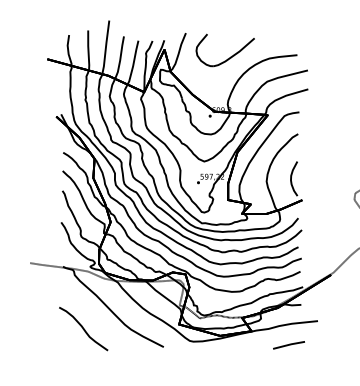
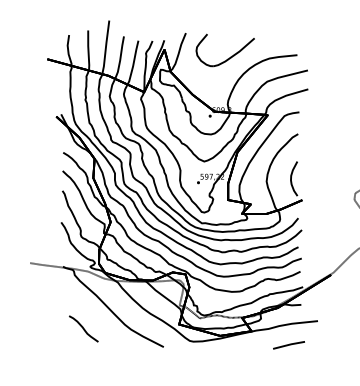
part at (83, 328) size: 50x46 px -> 30x28 px
